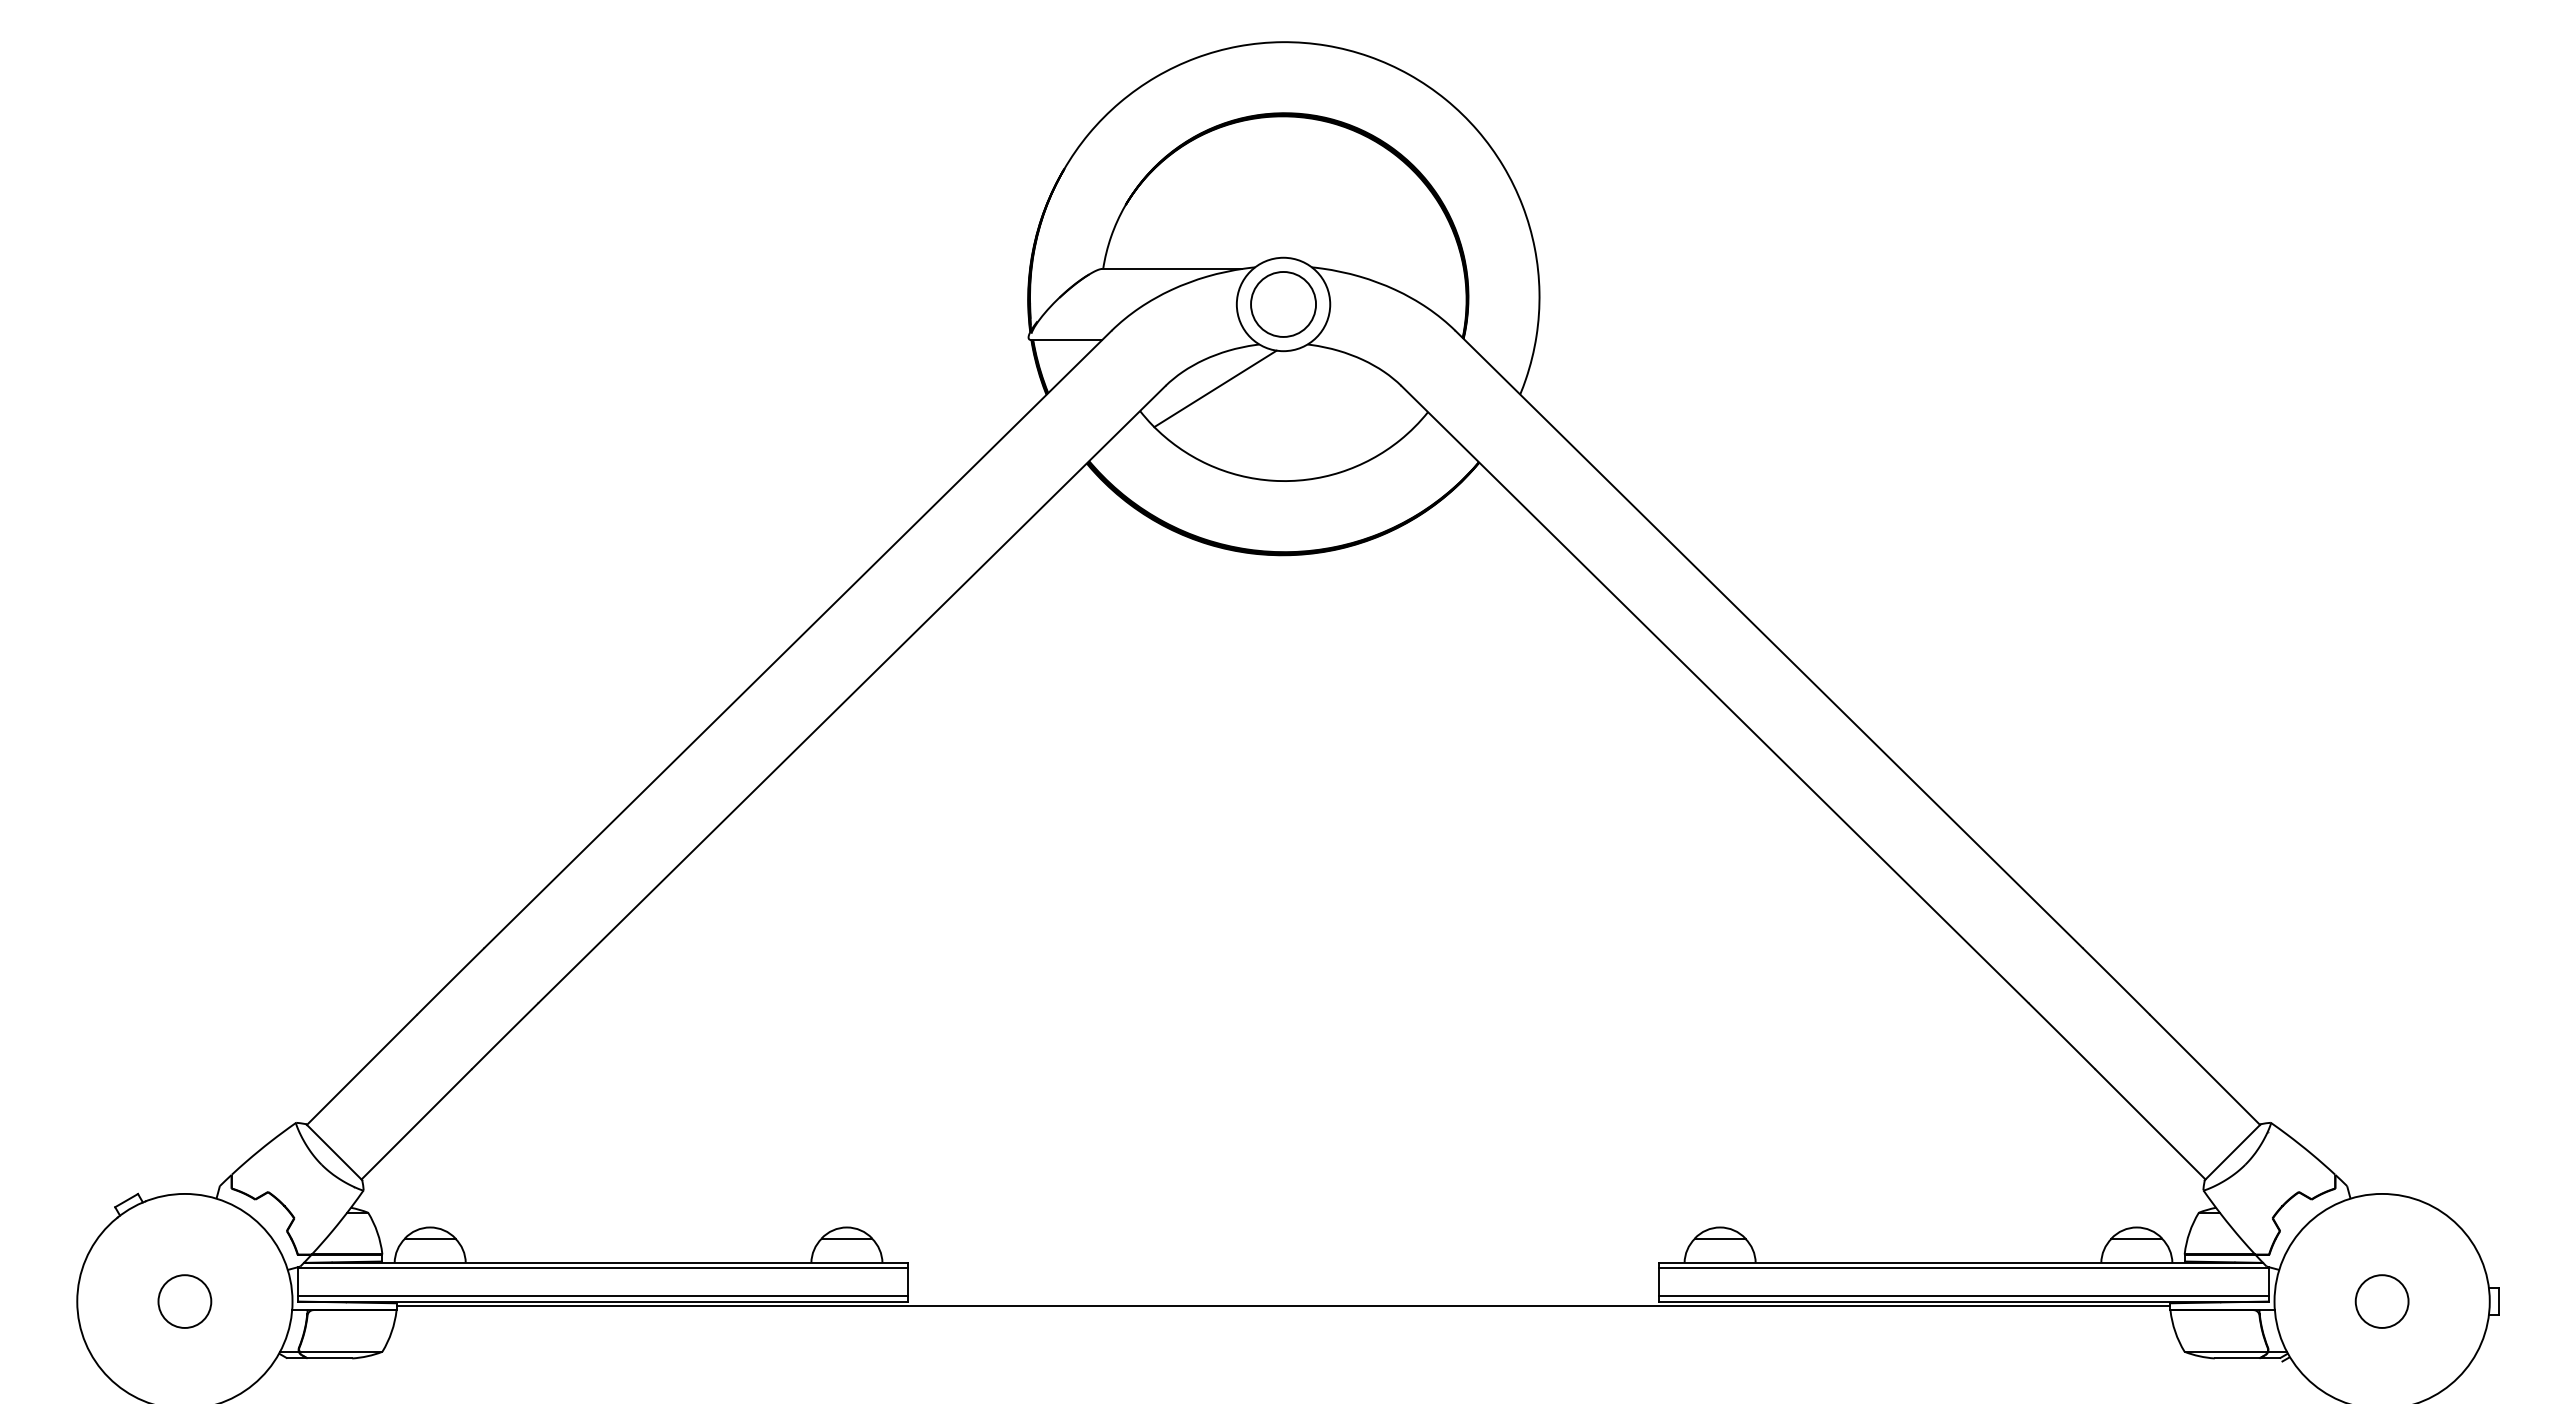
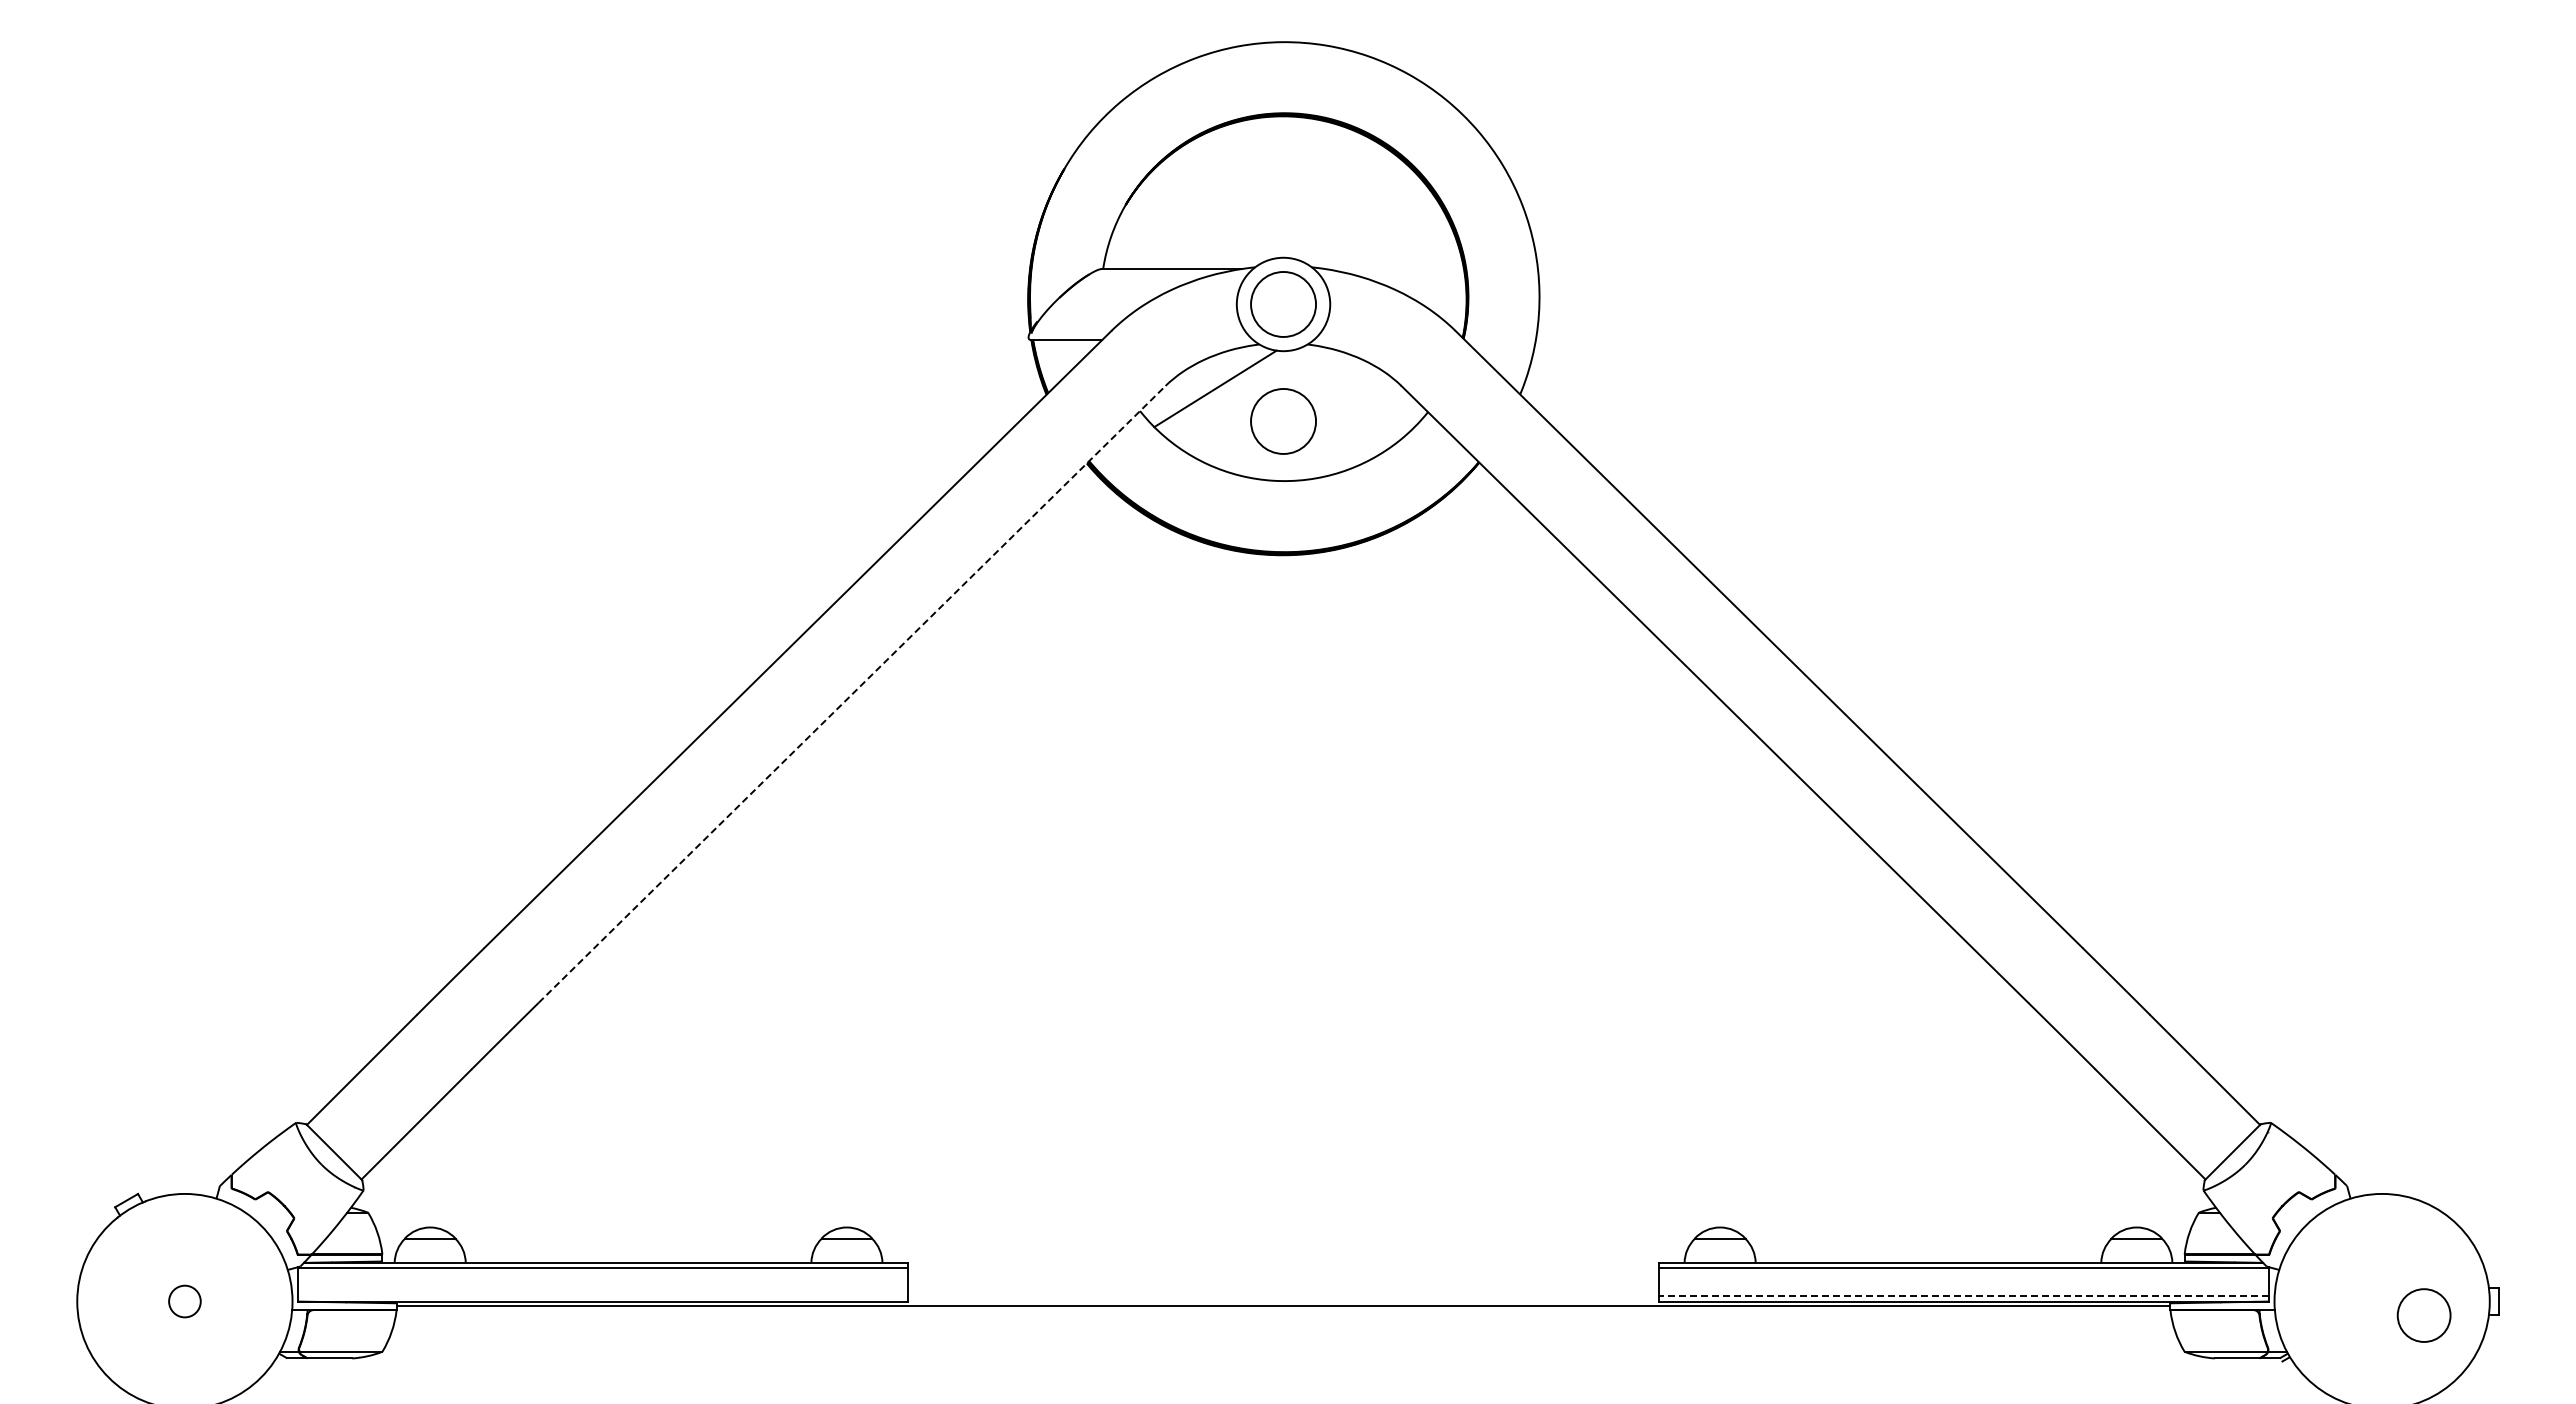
circle at (1283, 421): none -> present
line at (852, 694): solid -> dashed
line at (602, 1296): present -> none
line at (1964, 1296): solid -> dashed
circle at (184, 1301) size: 56x55 px -> 34x35 px
circle at (2381, 1301) position: (2381, 1301) -> (2423, 1315)
